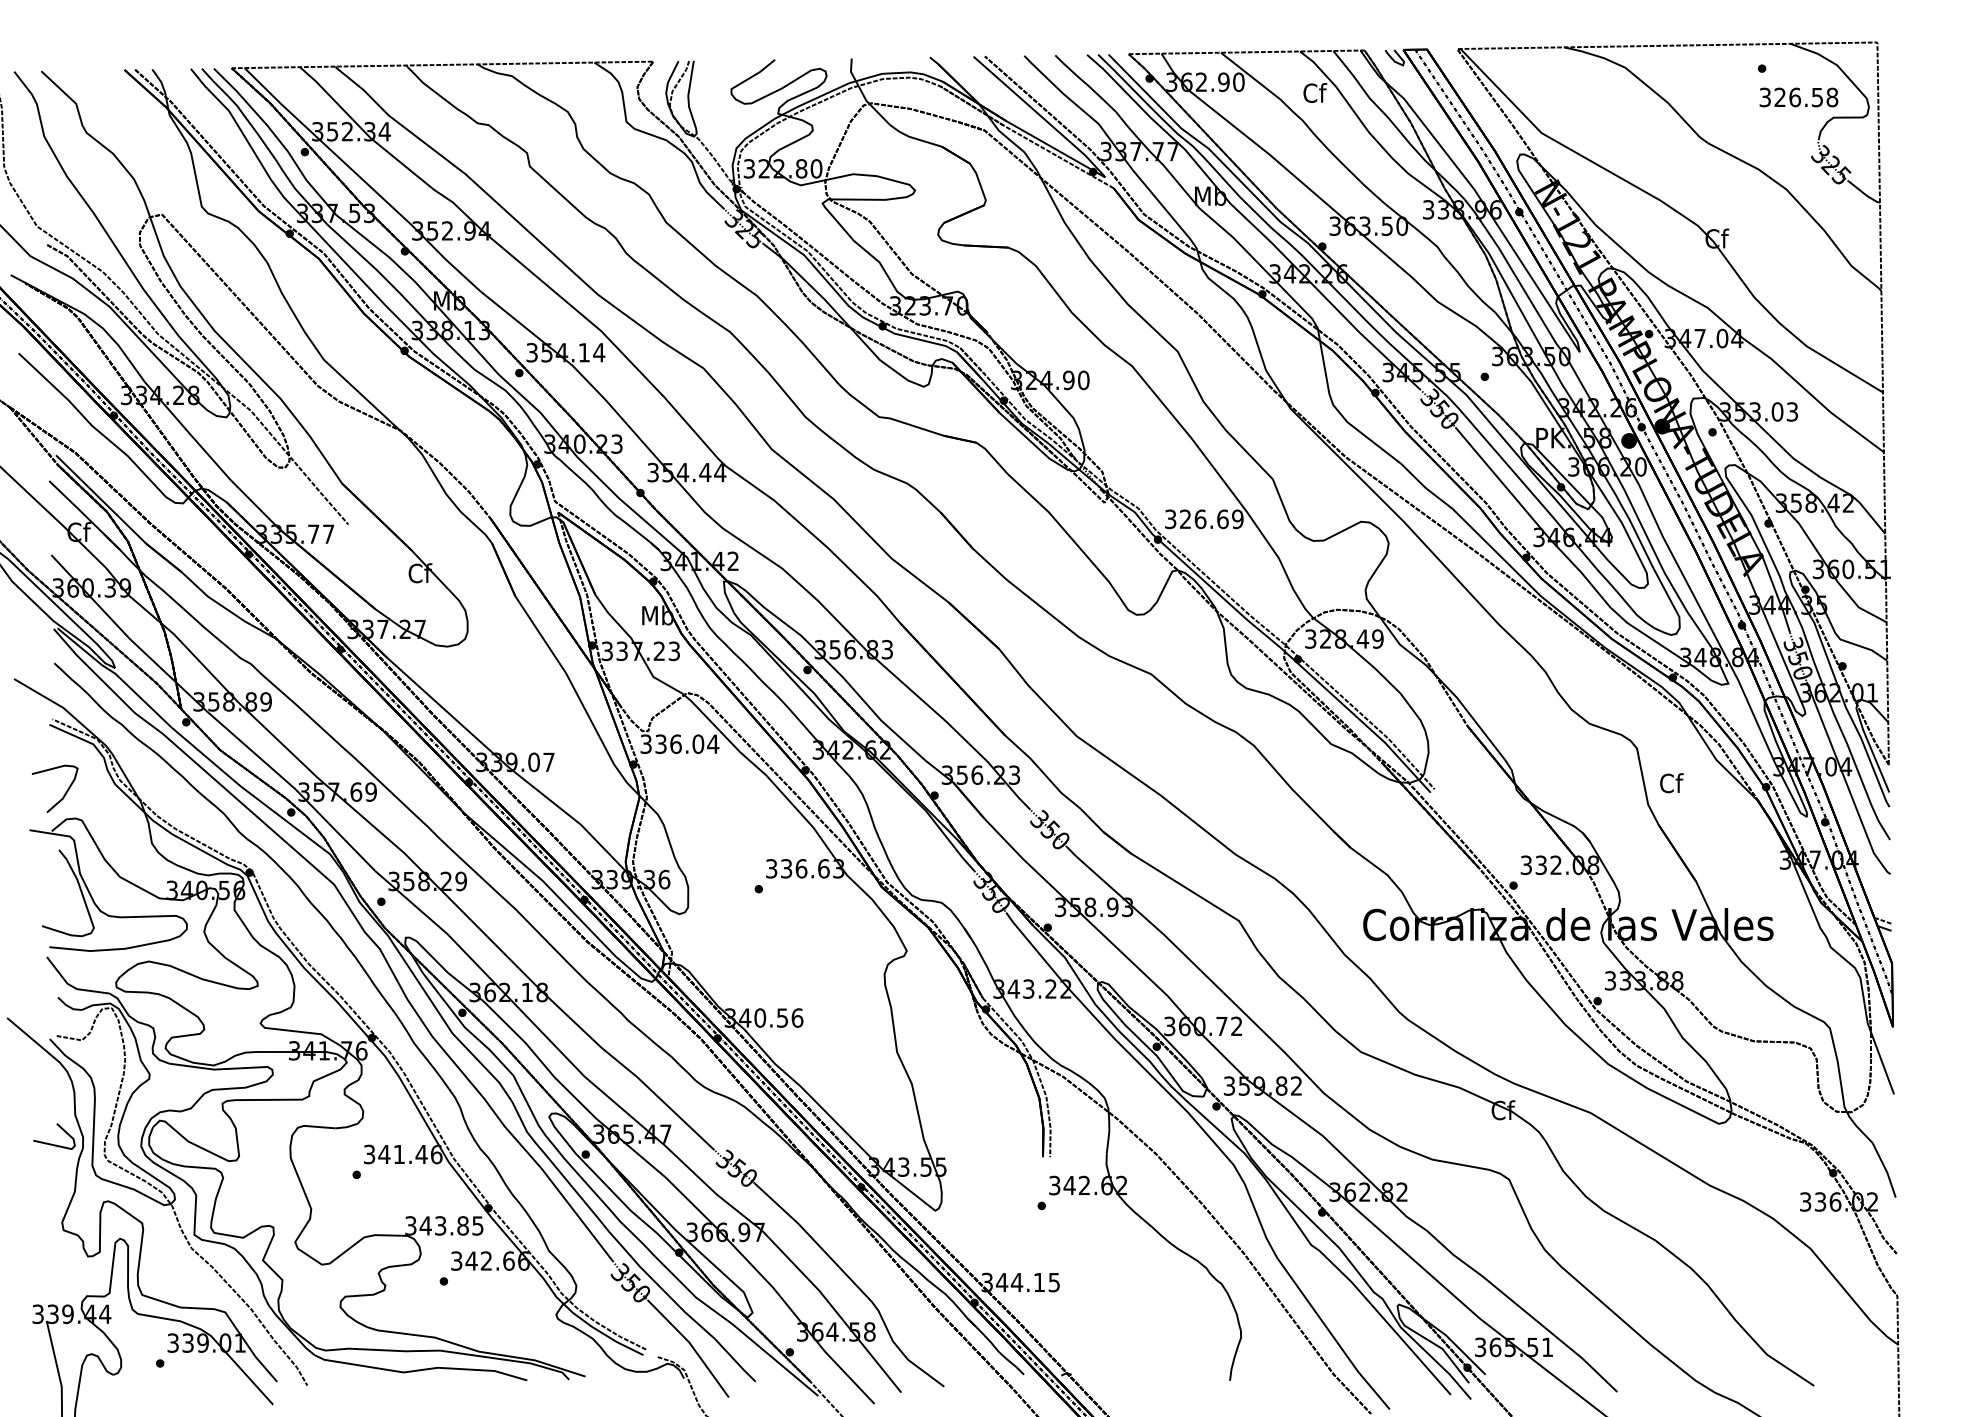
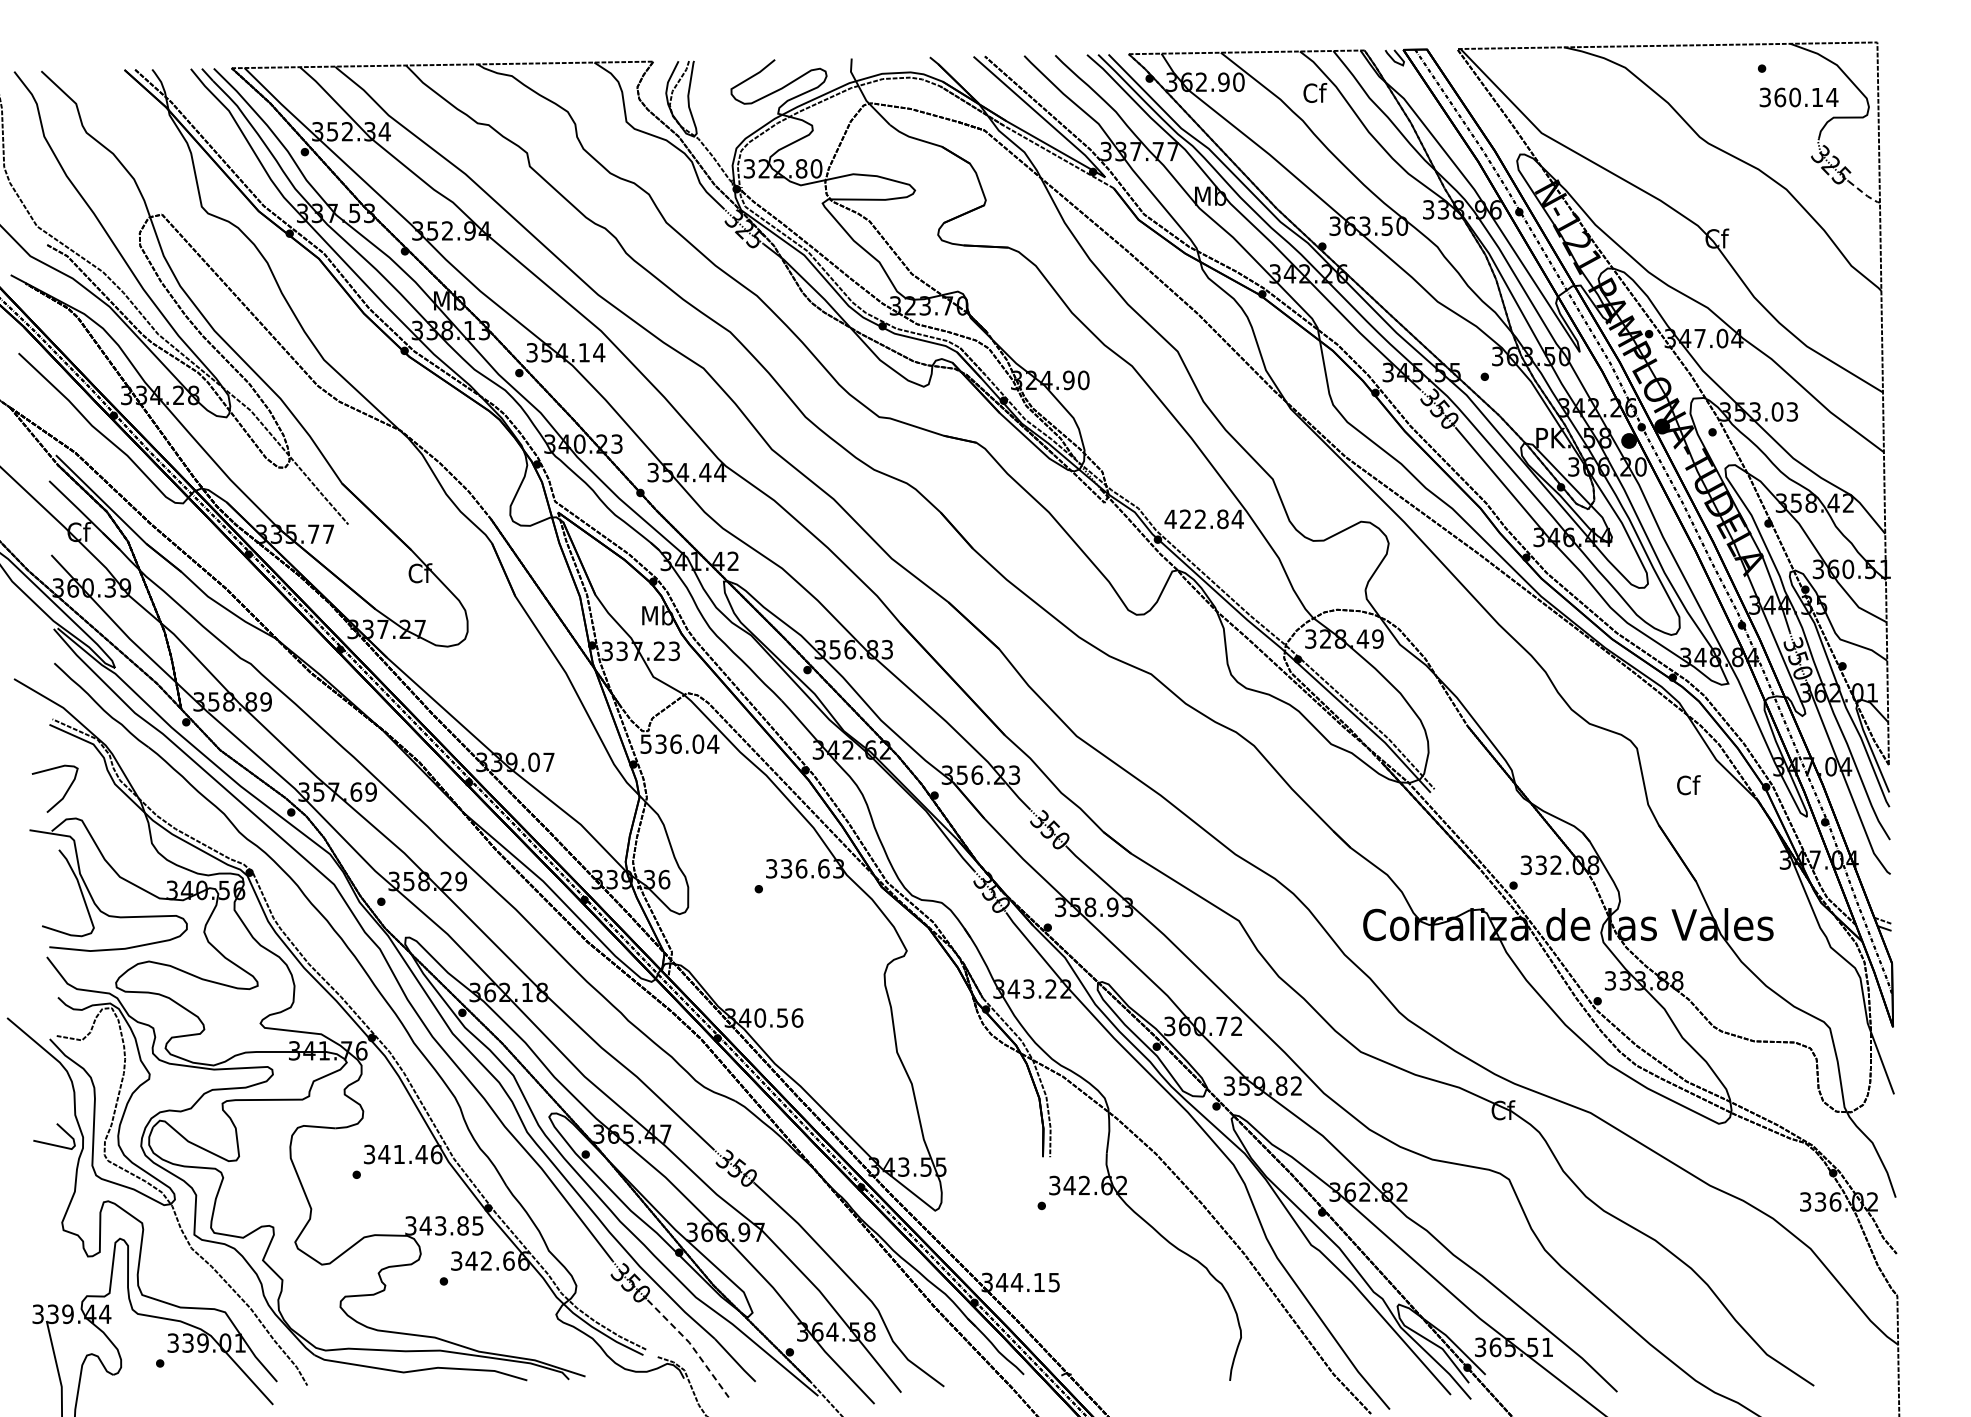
text at (1806, 97): 326.58 -> 360.14
line at (1864, 193): solid -> dashed
text at (1203, 519): 326.69 -> 422.84
text at (646, 743): 336.04 -> 536.04
text at (1671, 783) position: (1671, 783) -> (1688, 785)
line at (691, 1345): solid -> dashed
